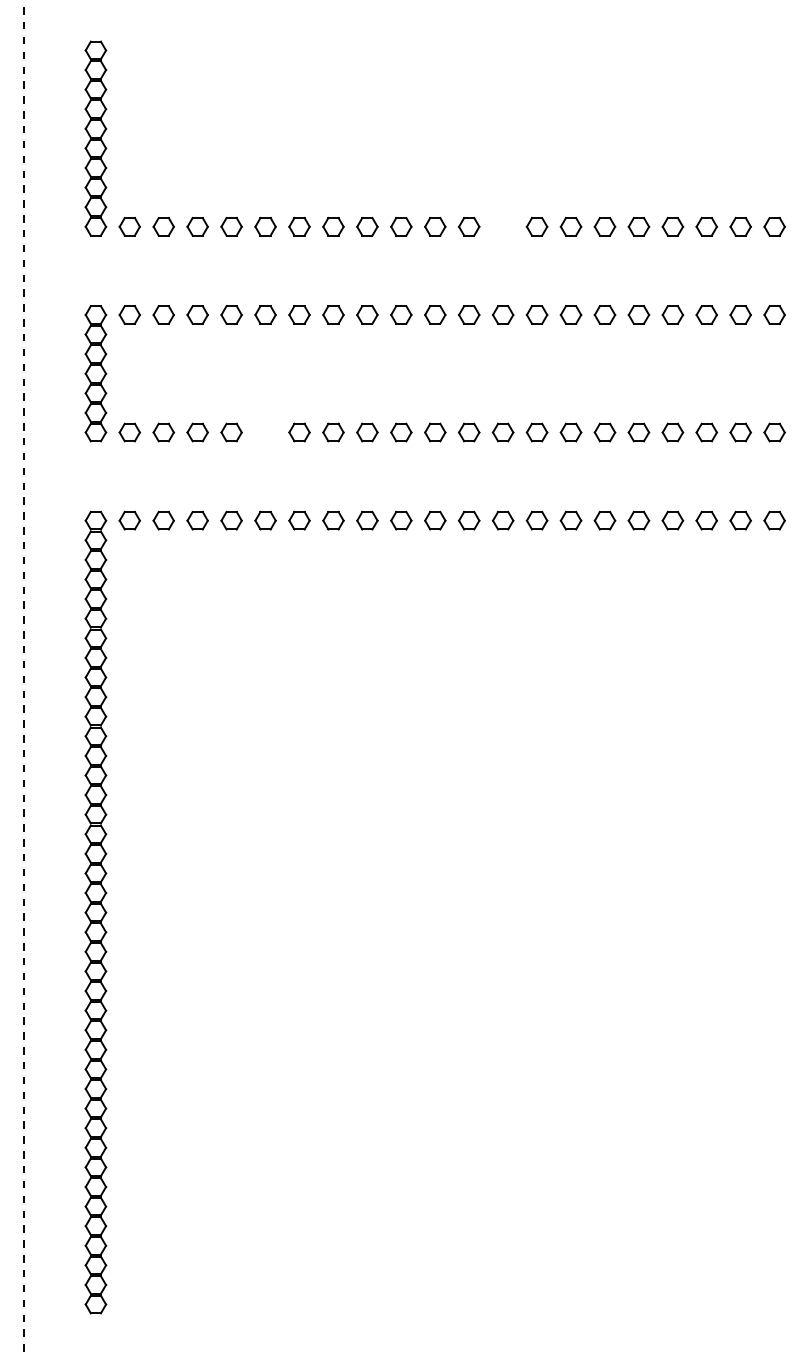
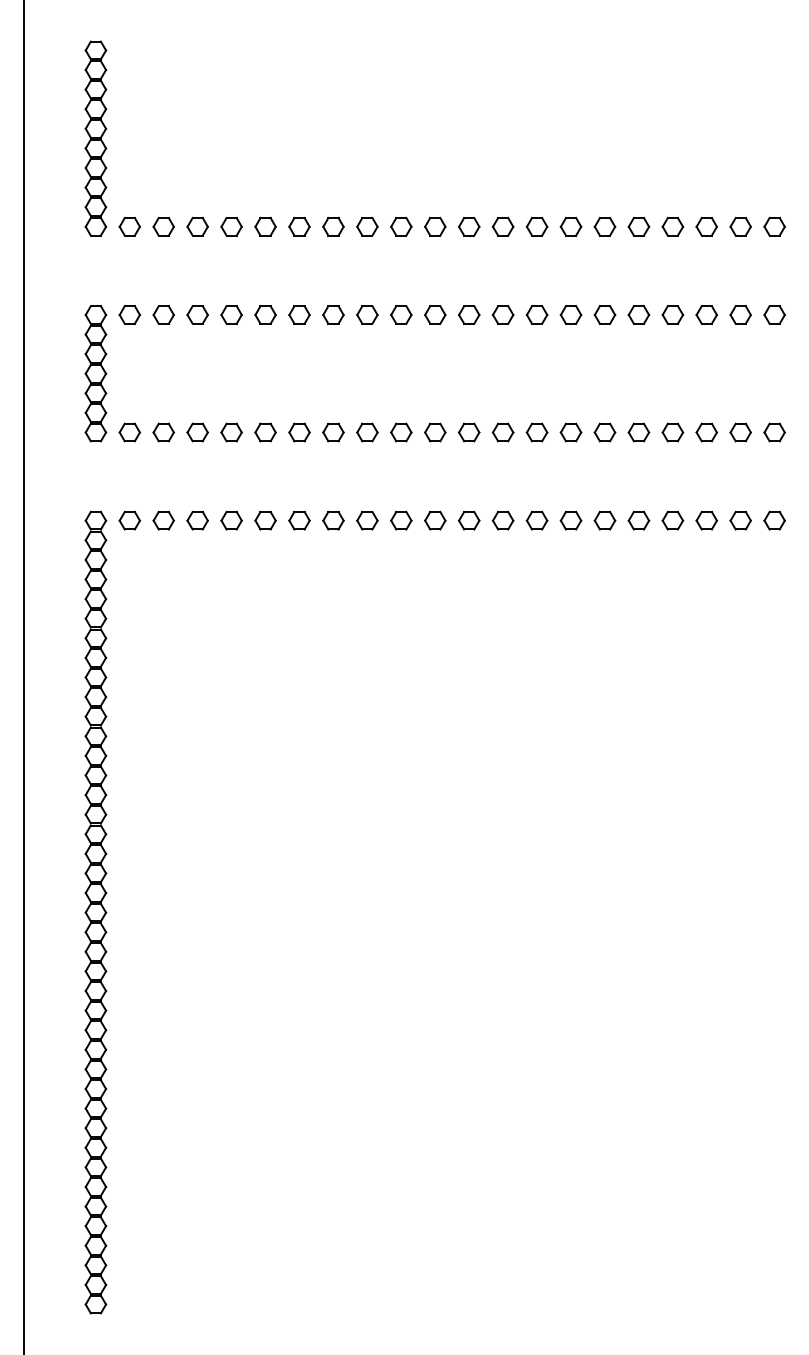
part at (502, 226): none -> present
part at (265, 432): none -> present
line at (24, 677): dashed -> solid
